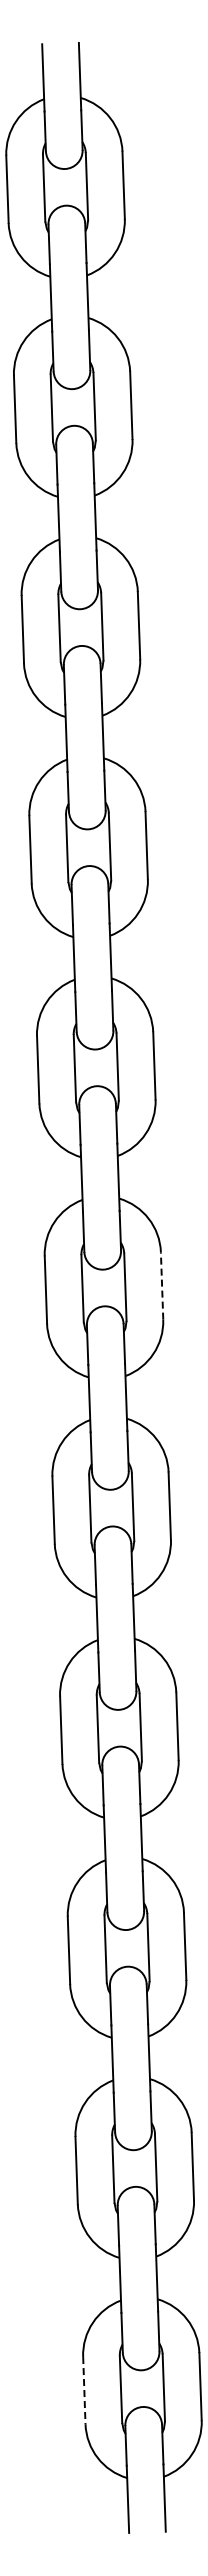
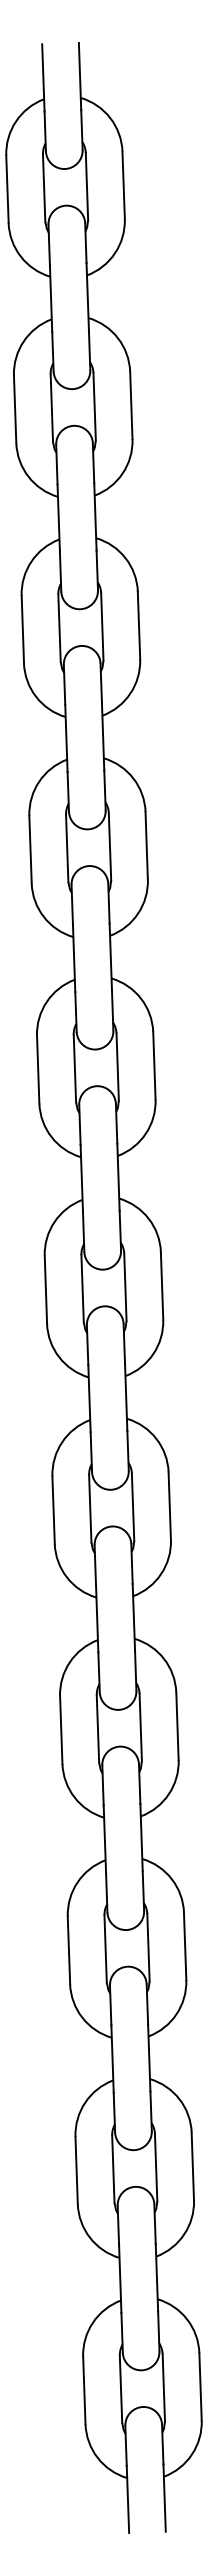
line at (162, 1285): dashed -> solid
line at (84, 2390): dashed -> solid
